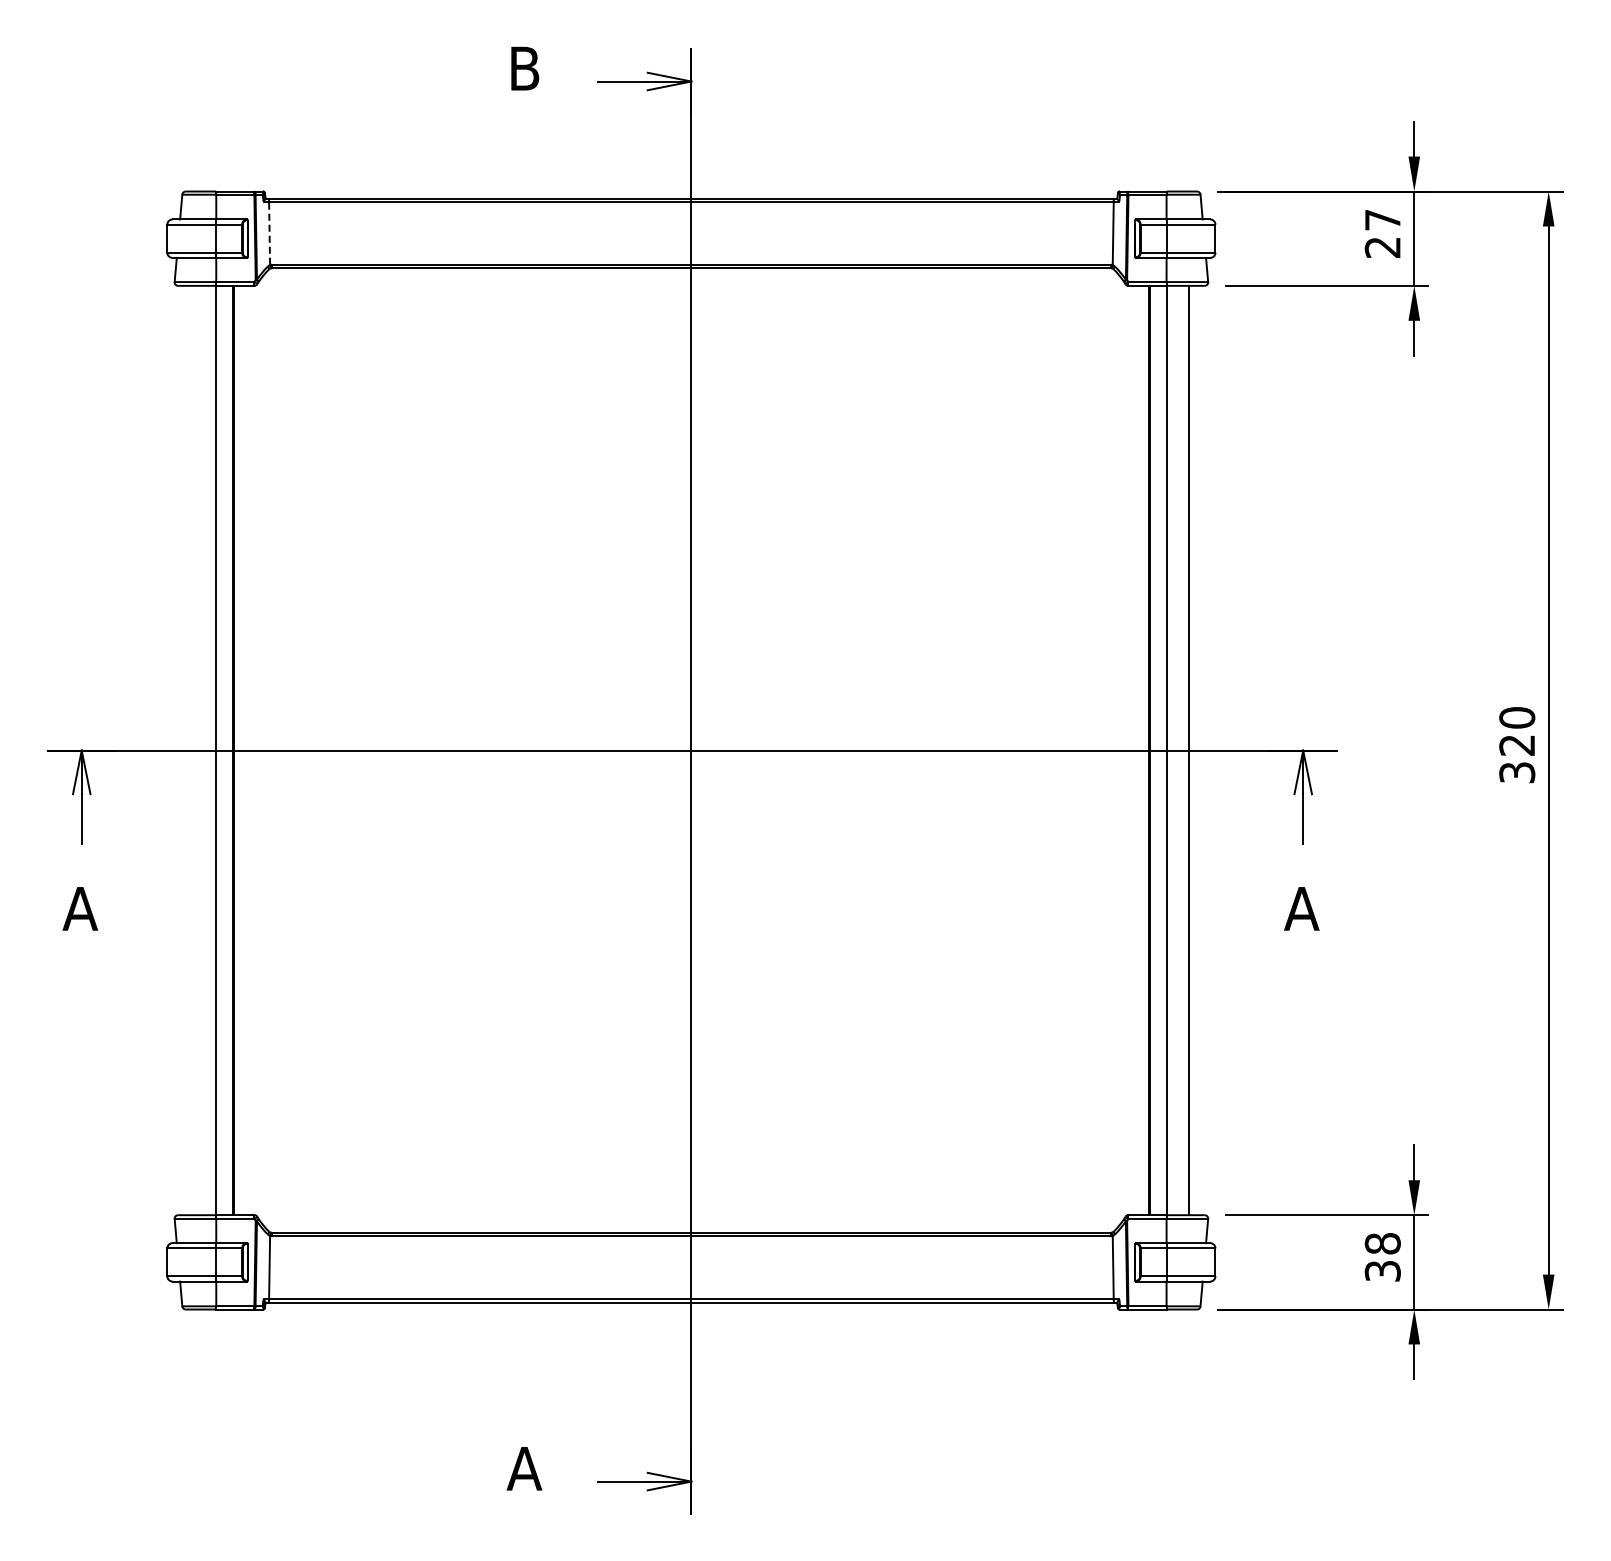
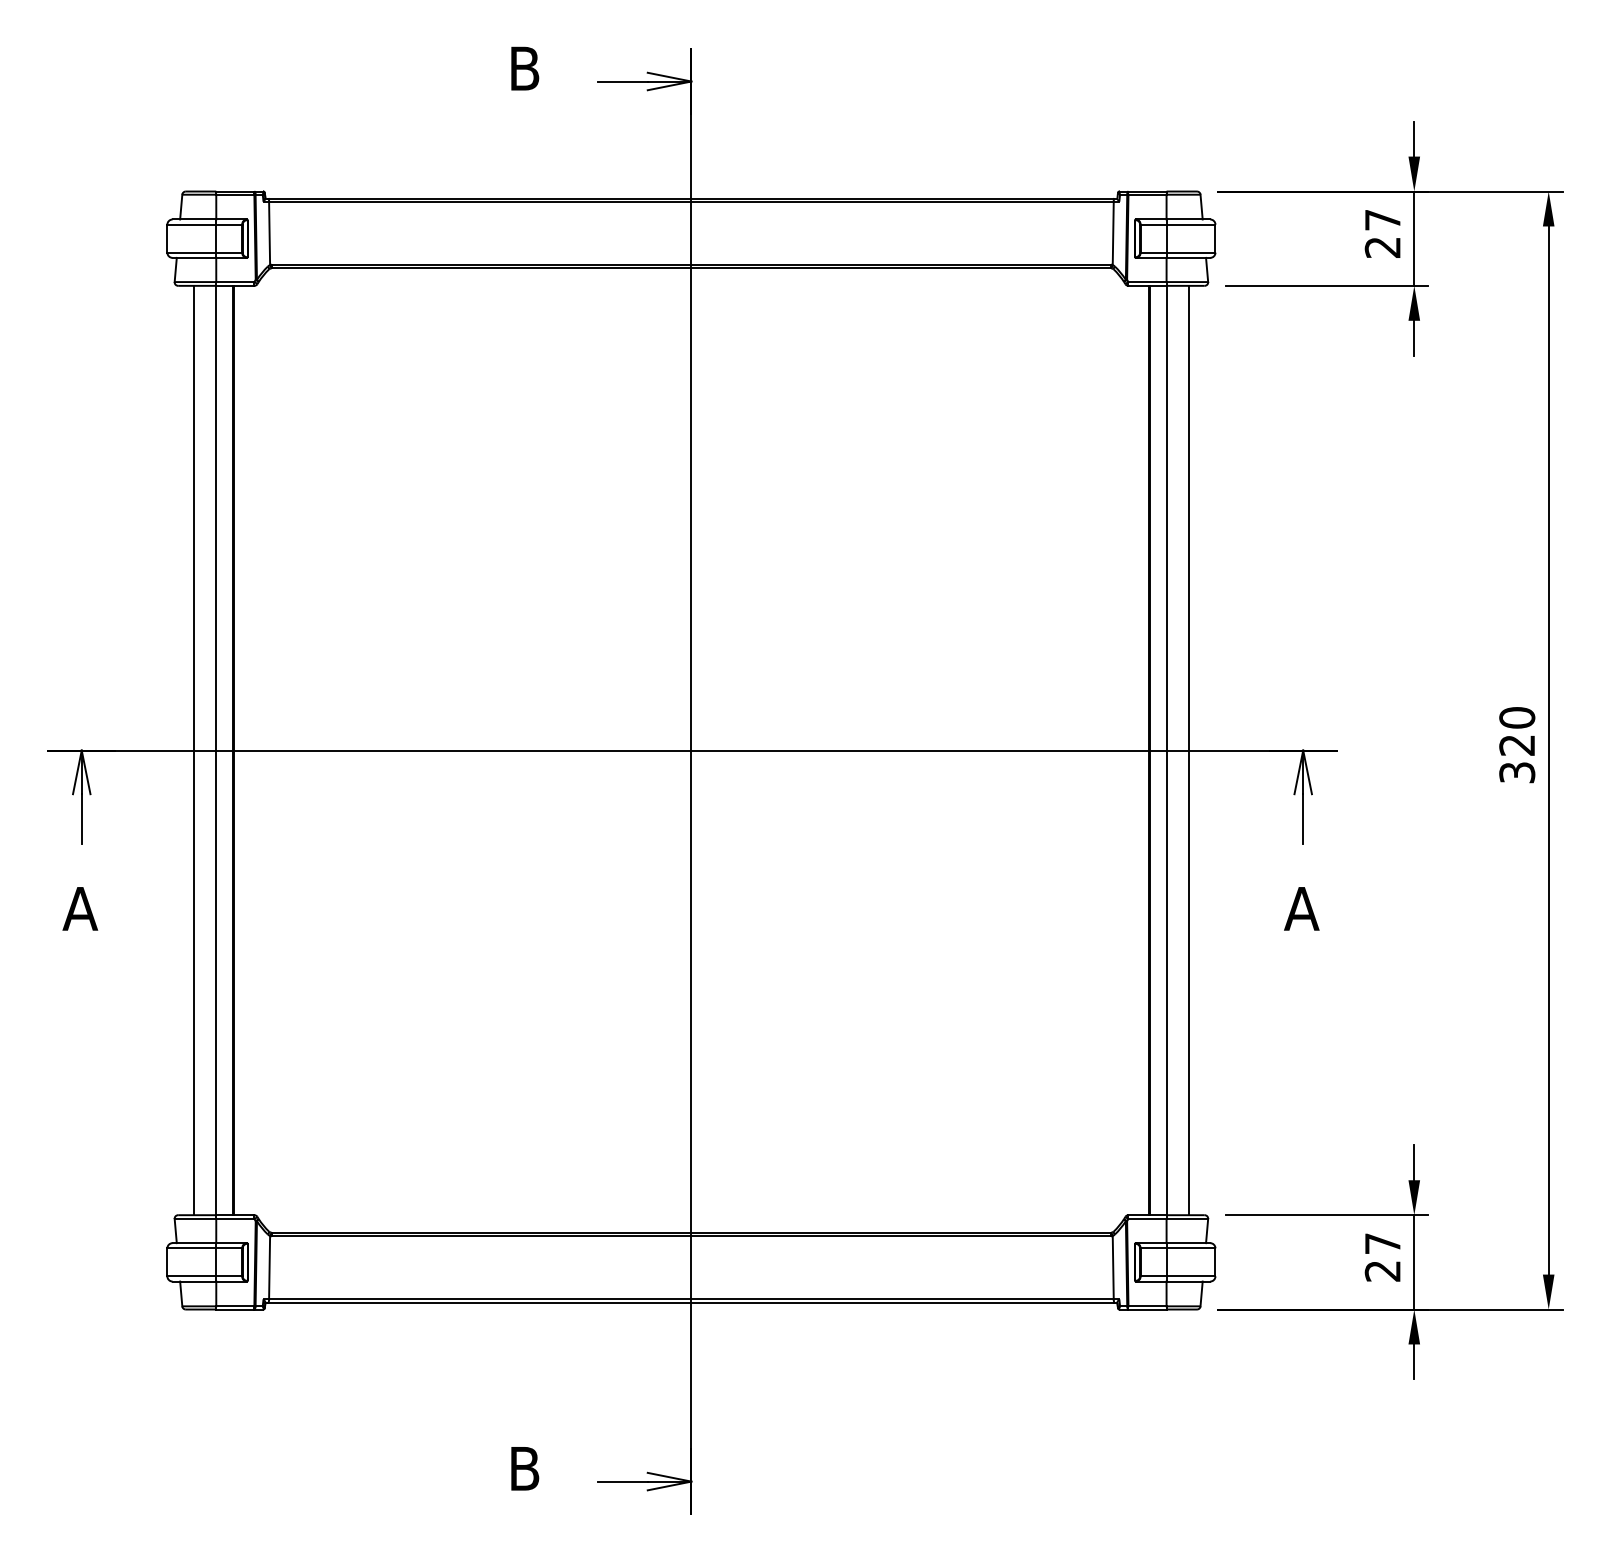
line at (269, 233): dashed -> solid
line at (193, 750): none -> present
text at (1382, 1257): 38 -> 27
text at (524, 1468): A -> B
